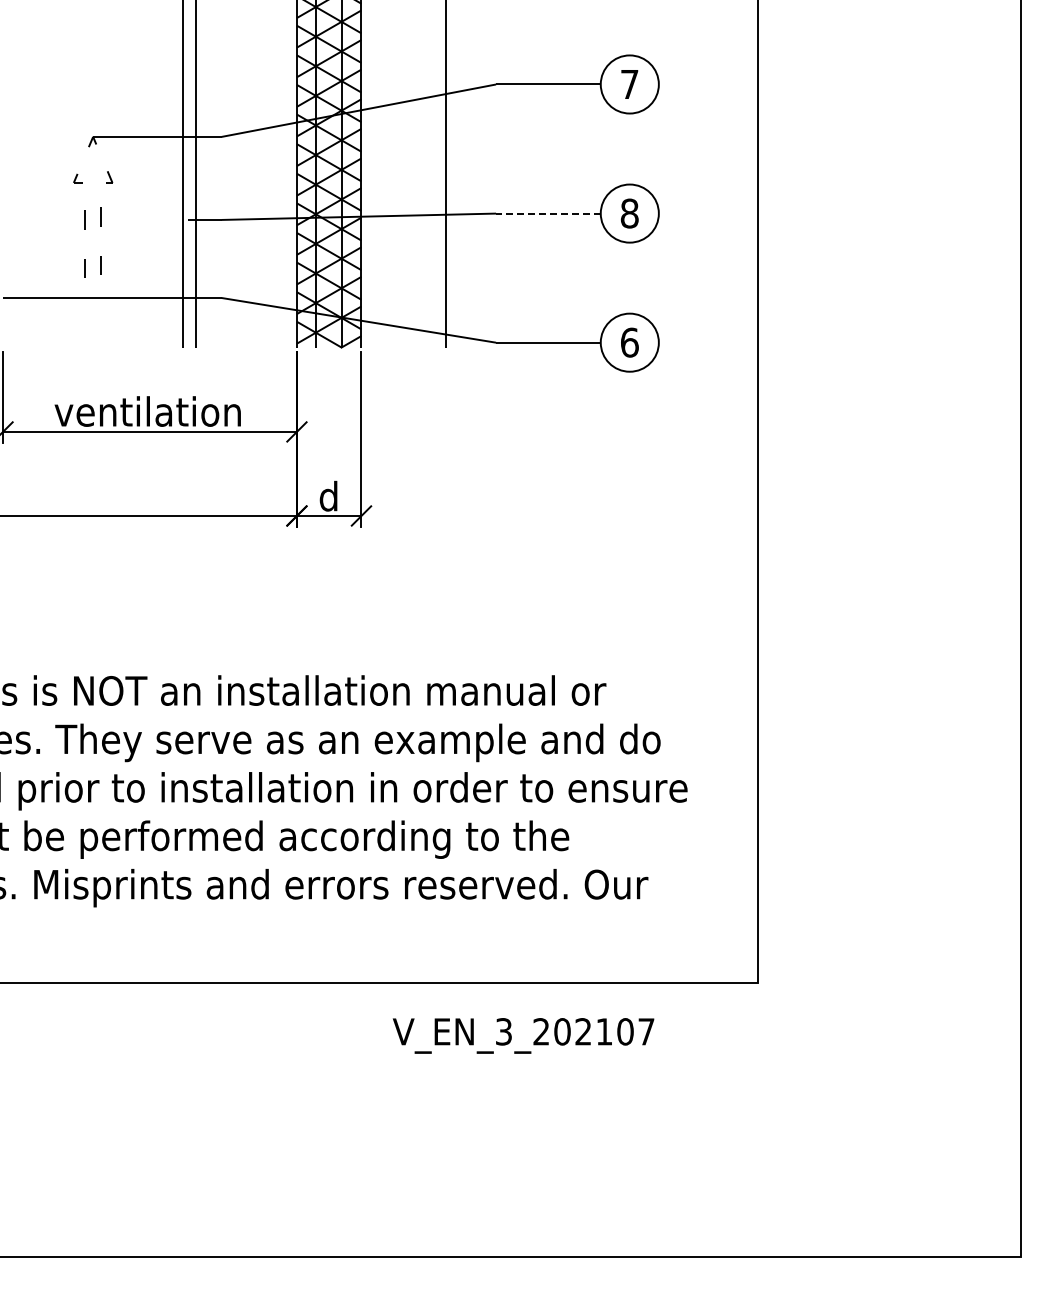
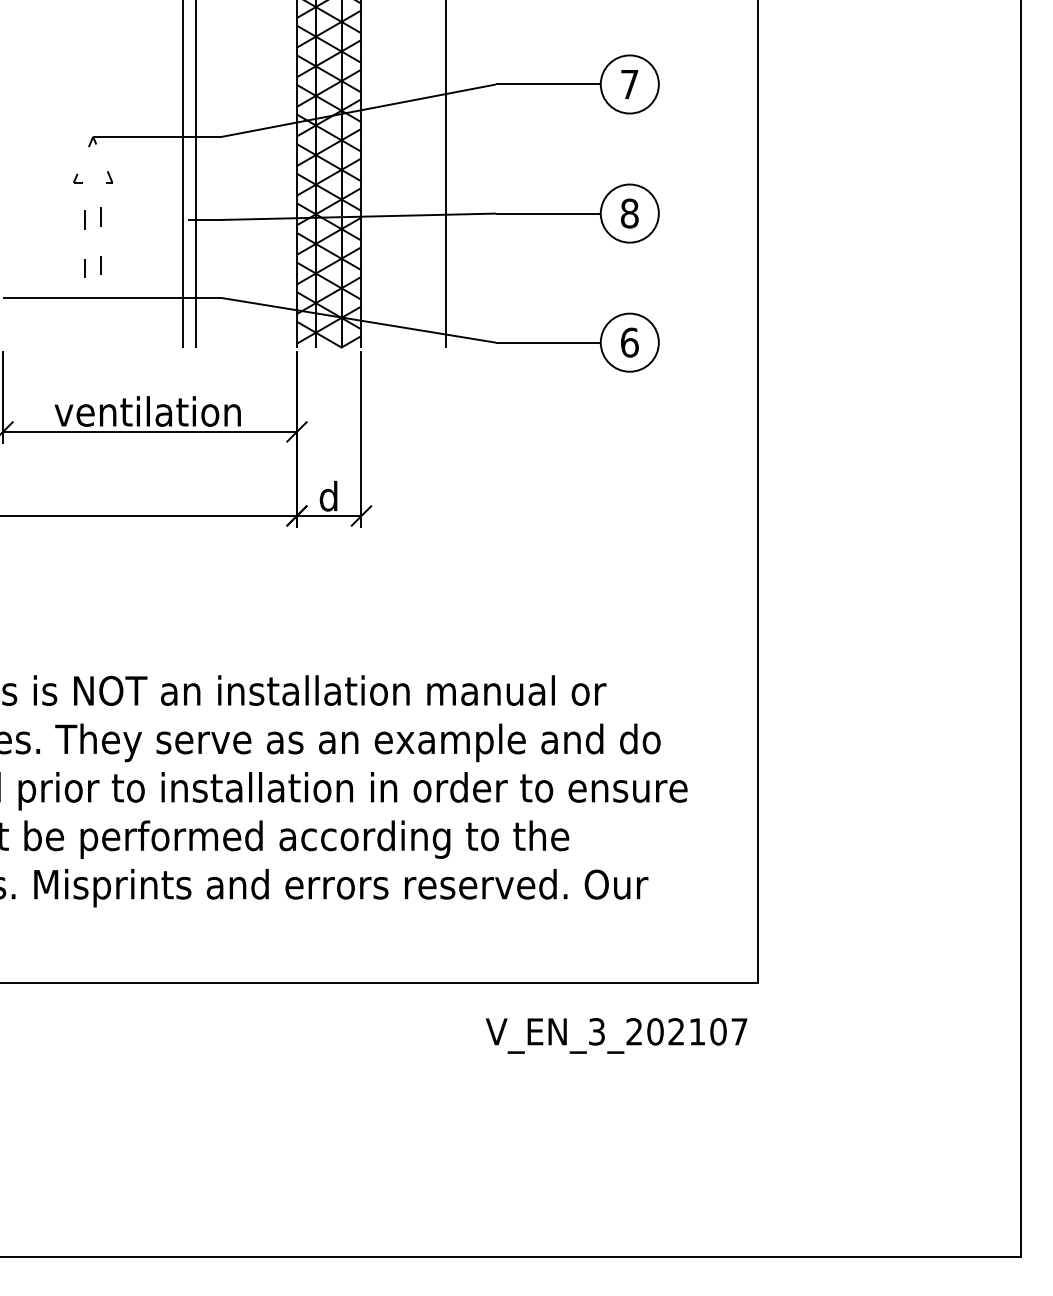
line at (547, 213): dashed -> solid
text at (523, 1035) position: (523, 1035) -> (616, 1035)
